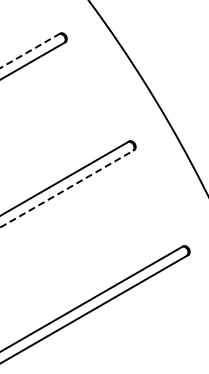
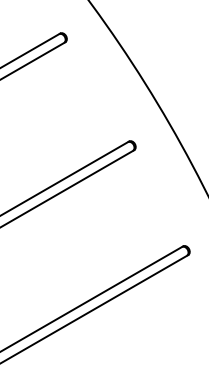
line at (29, 51): dashed -> solid
line at (67, 188): dashed -> solid
